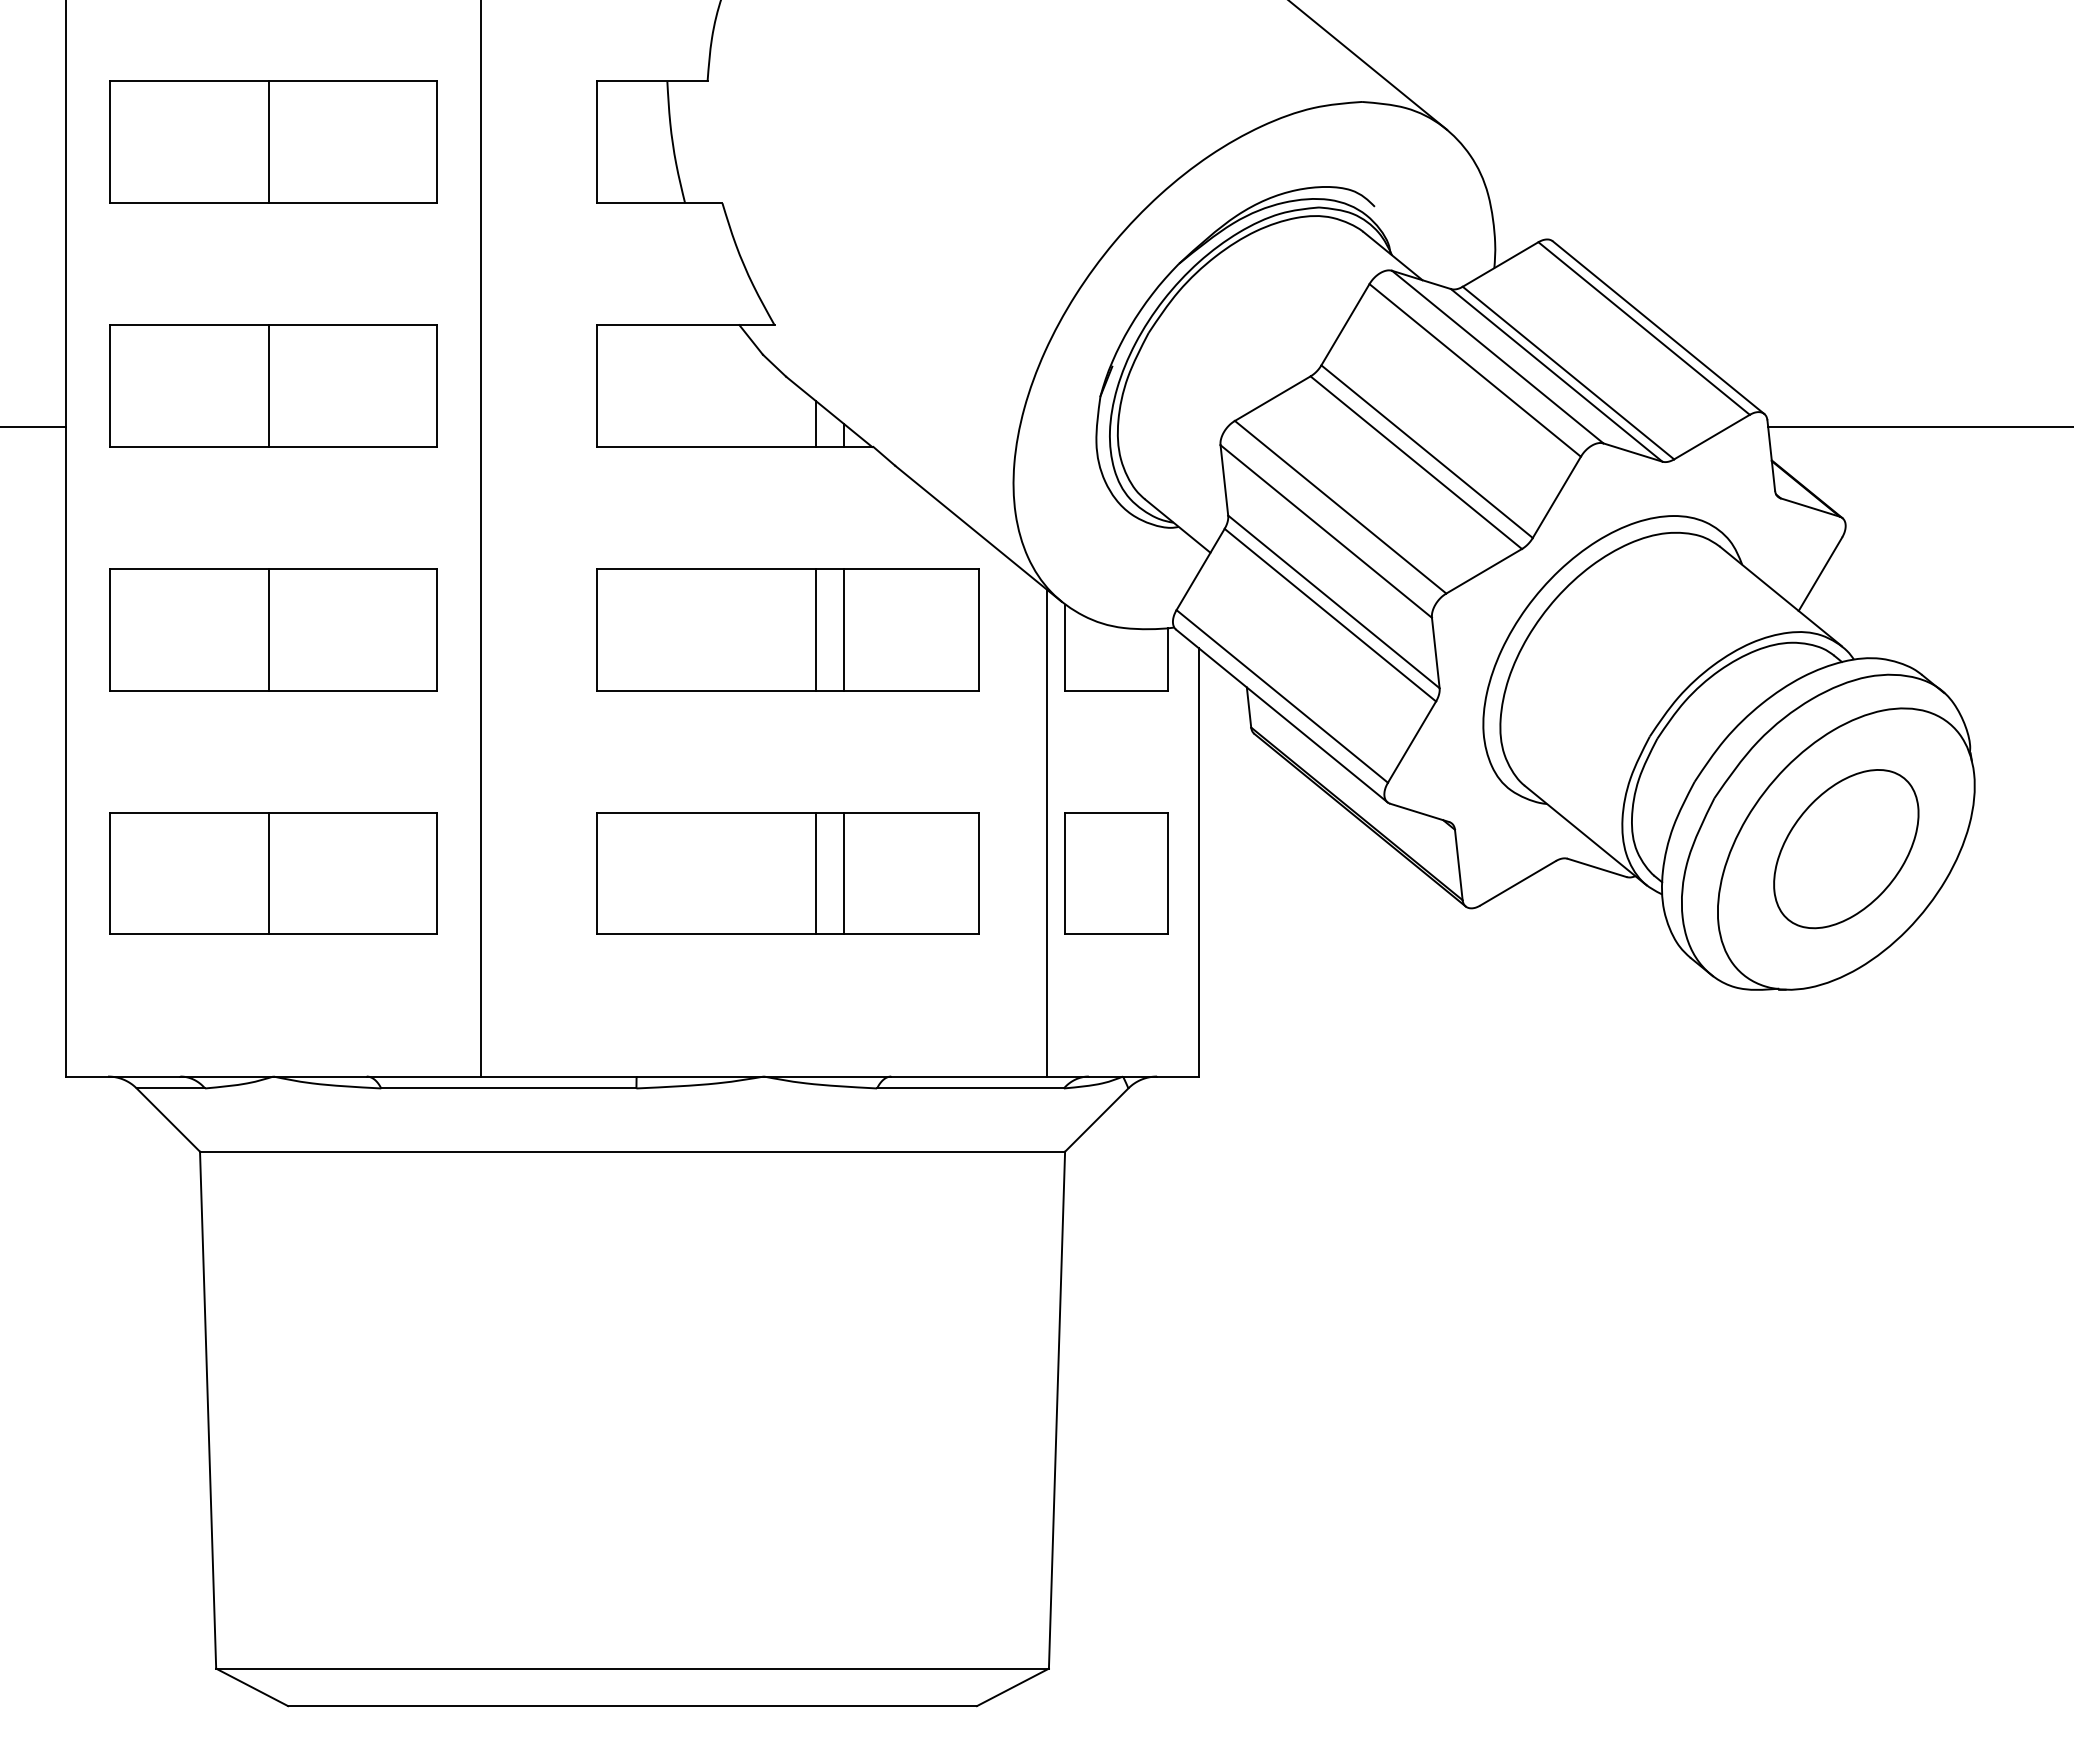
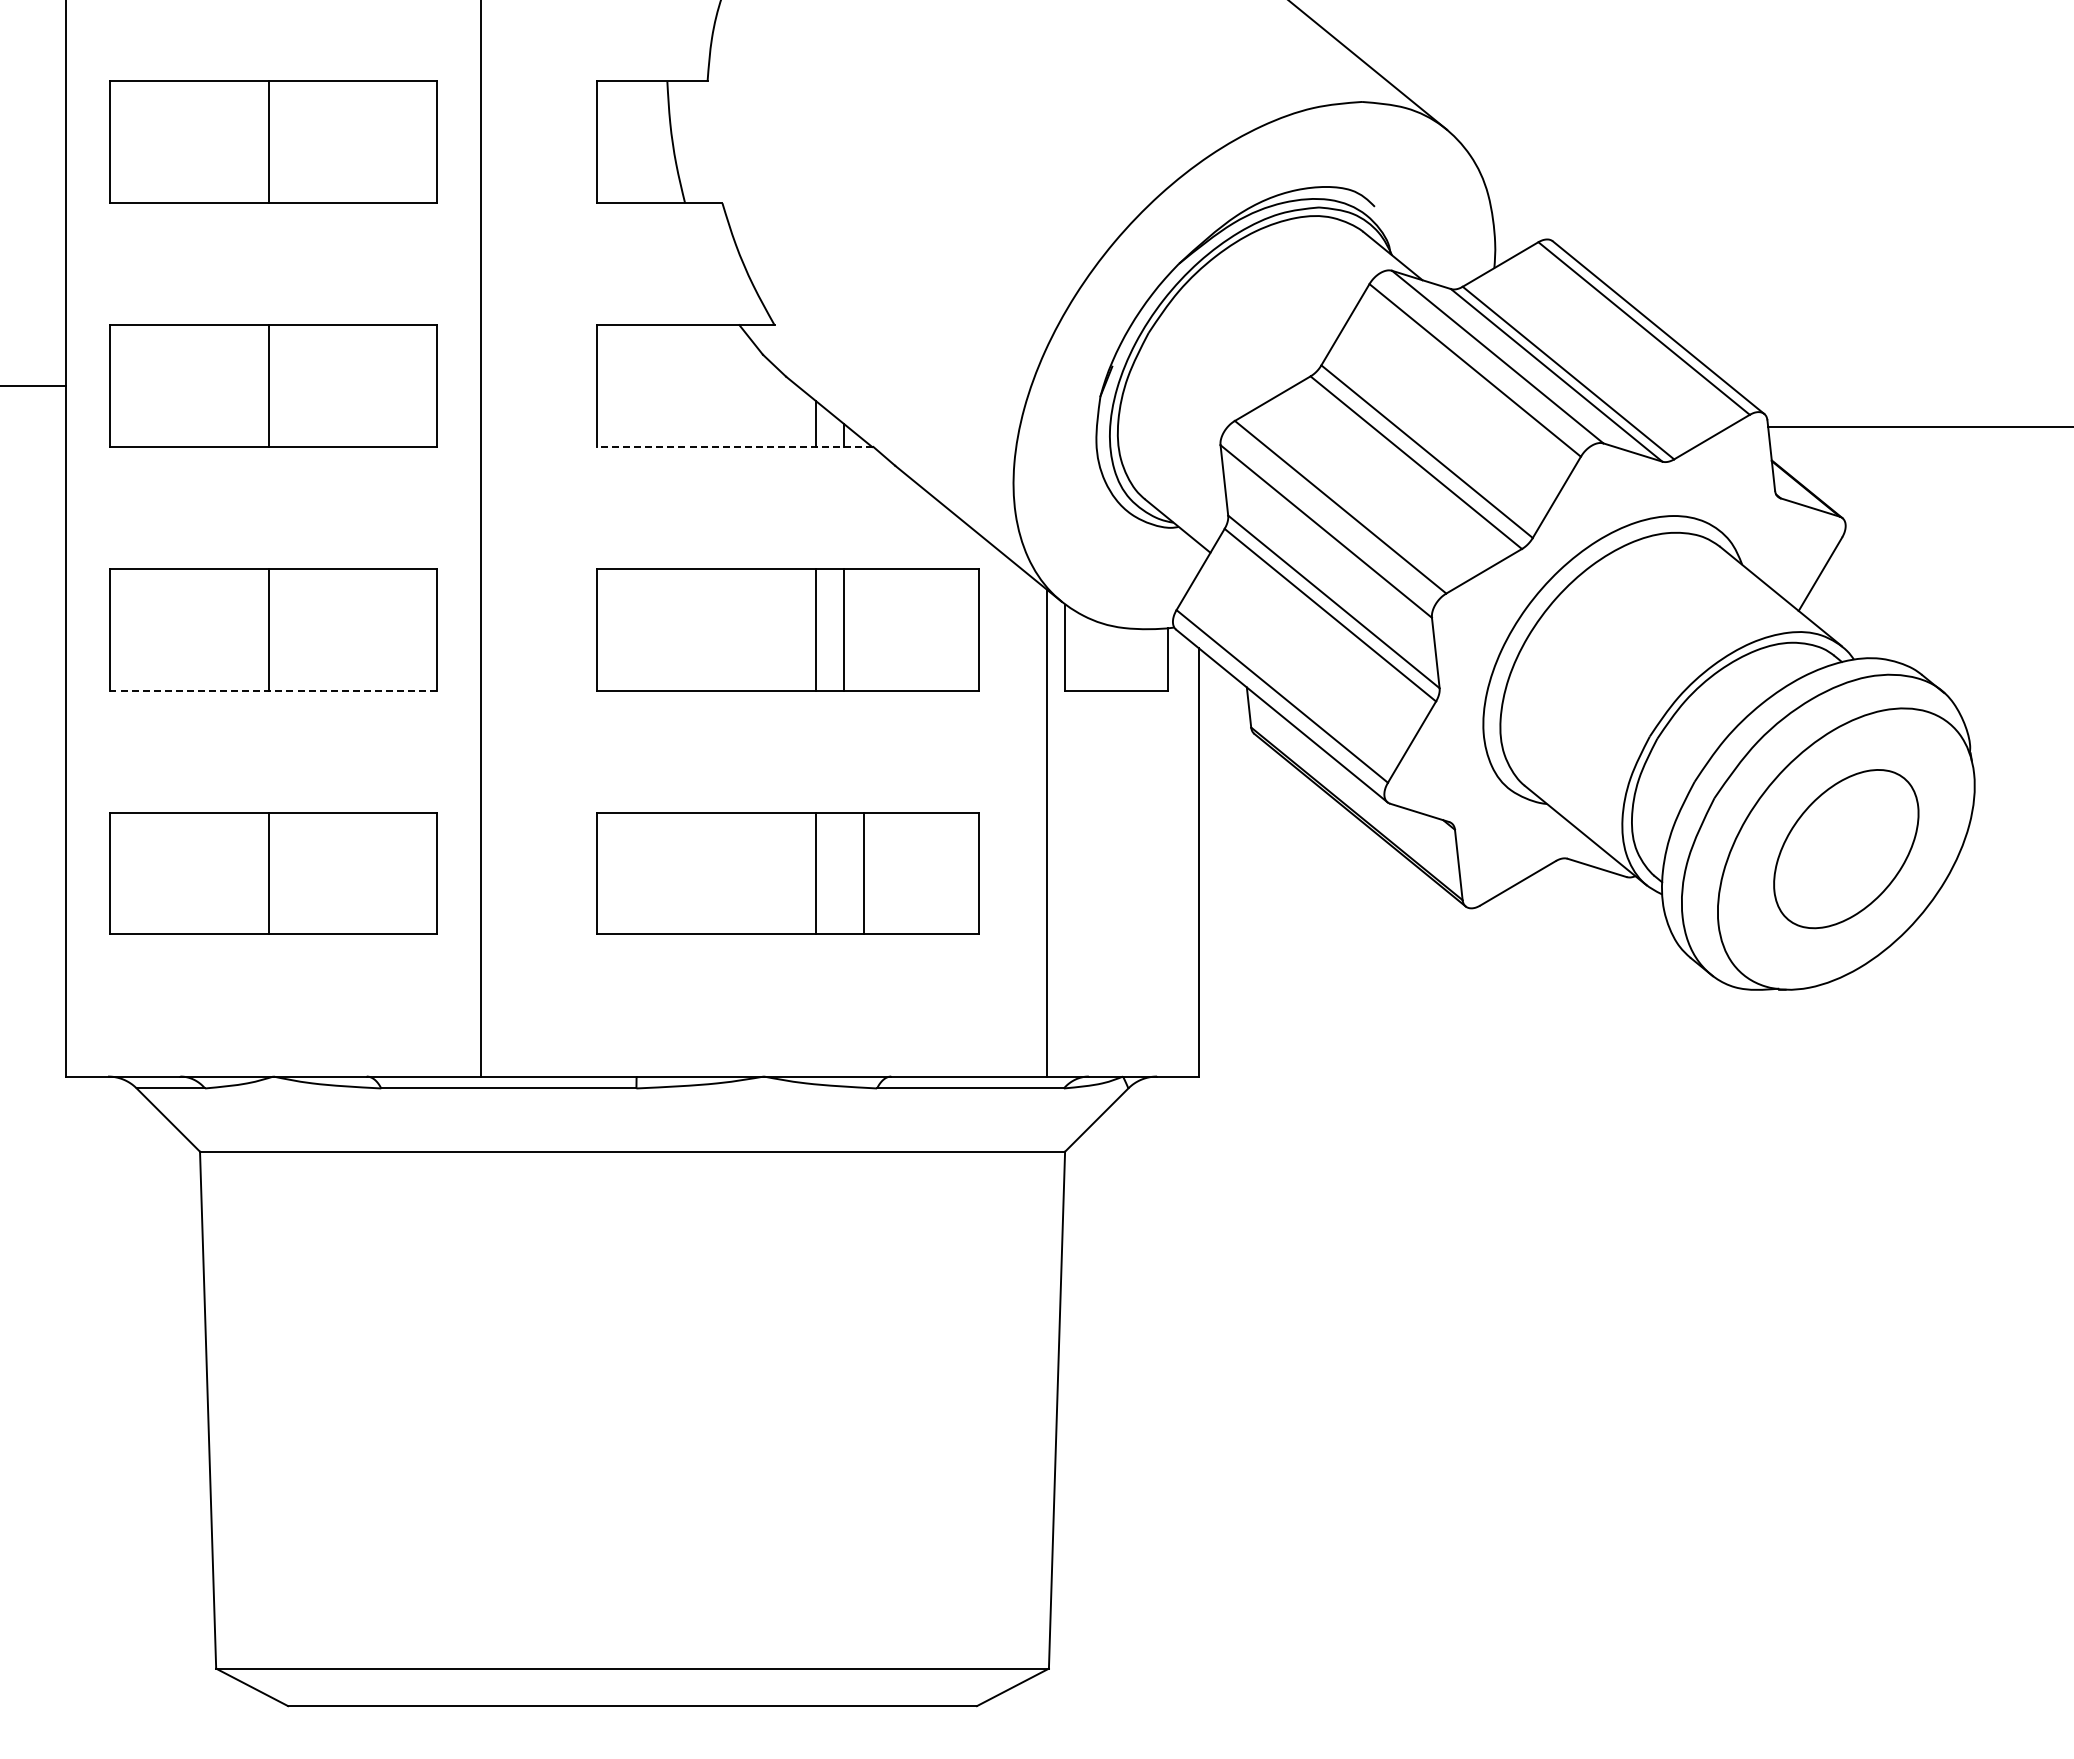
line at (34, 426) position: (34, 426) -> (34, 385)
line at (734, 447): solid -> dashed
line at (273, 690): solid -> dashed
line at (844, 873) position: (844, 873) -> (864, 873)
part at (1116, 873): present -> none
